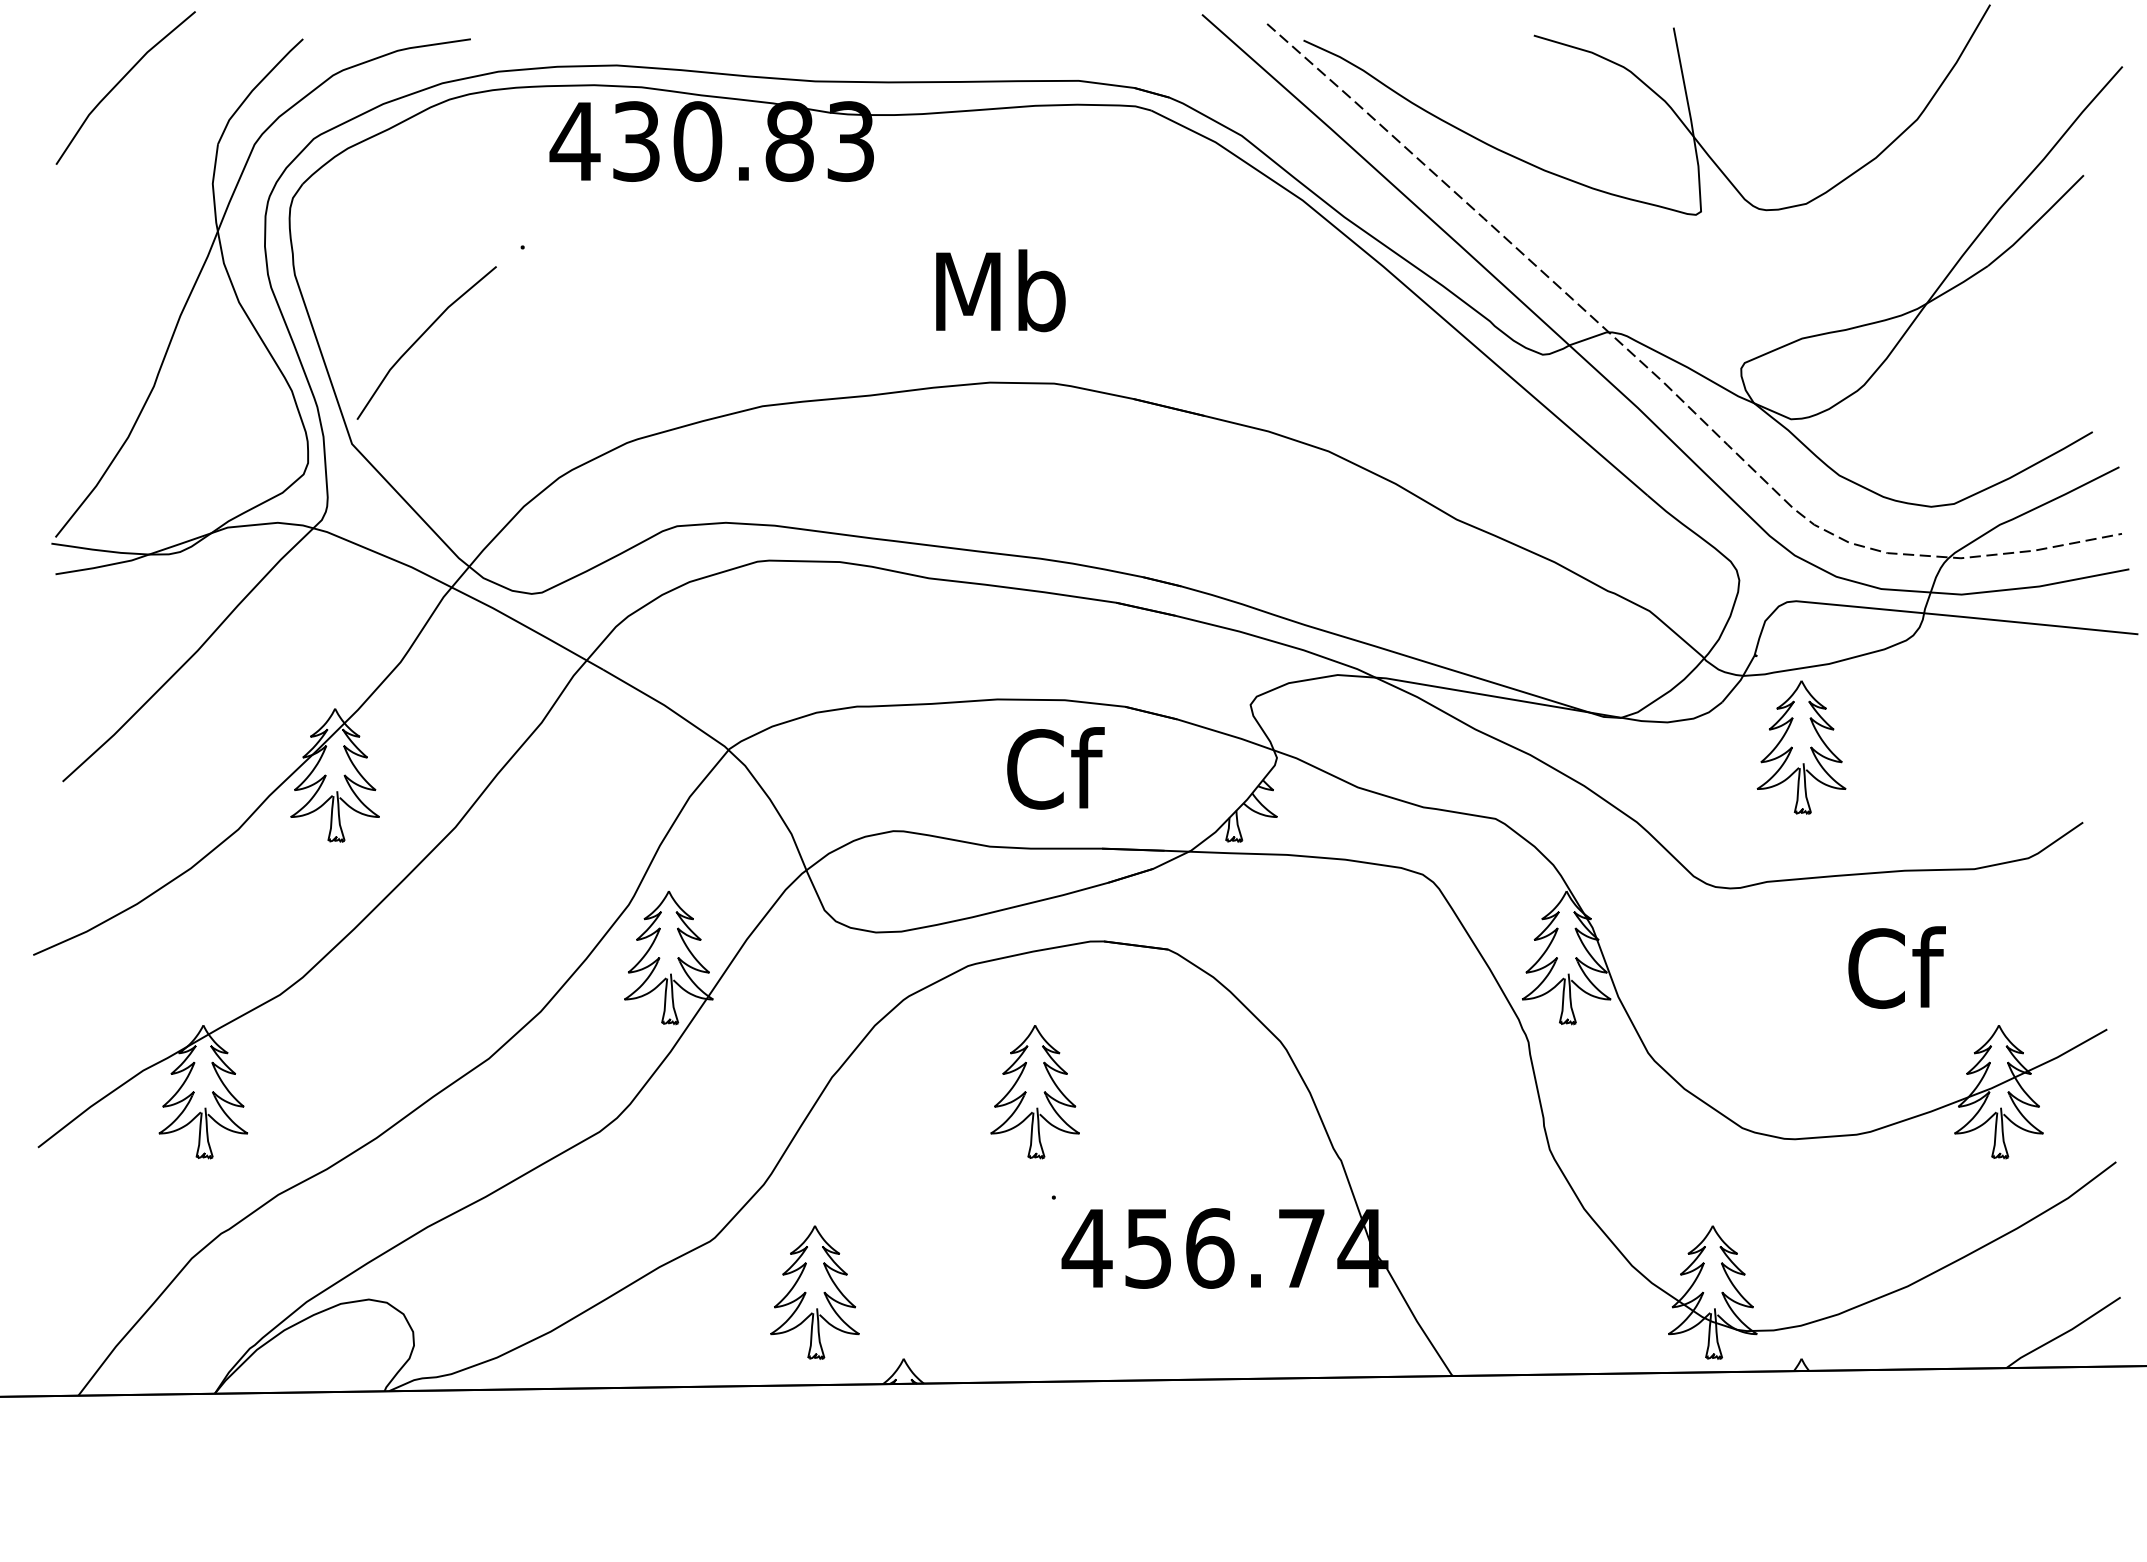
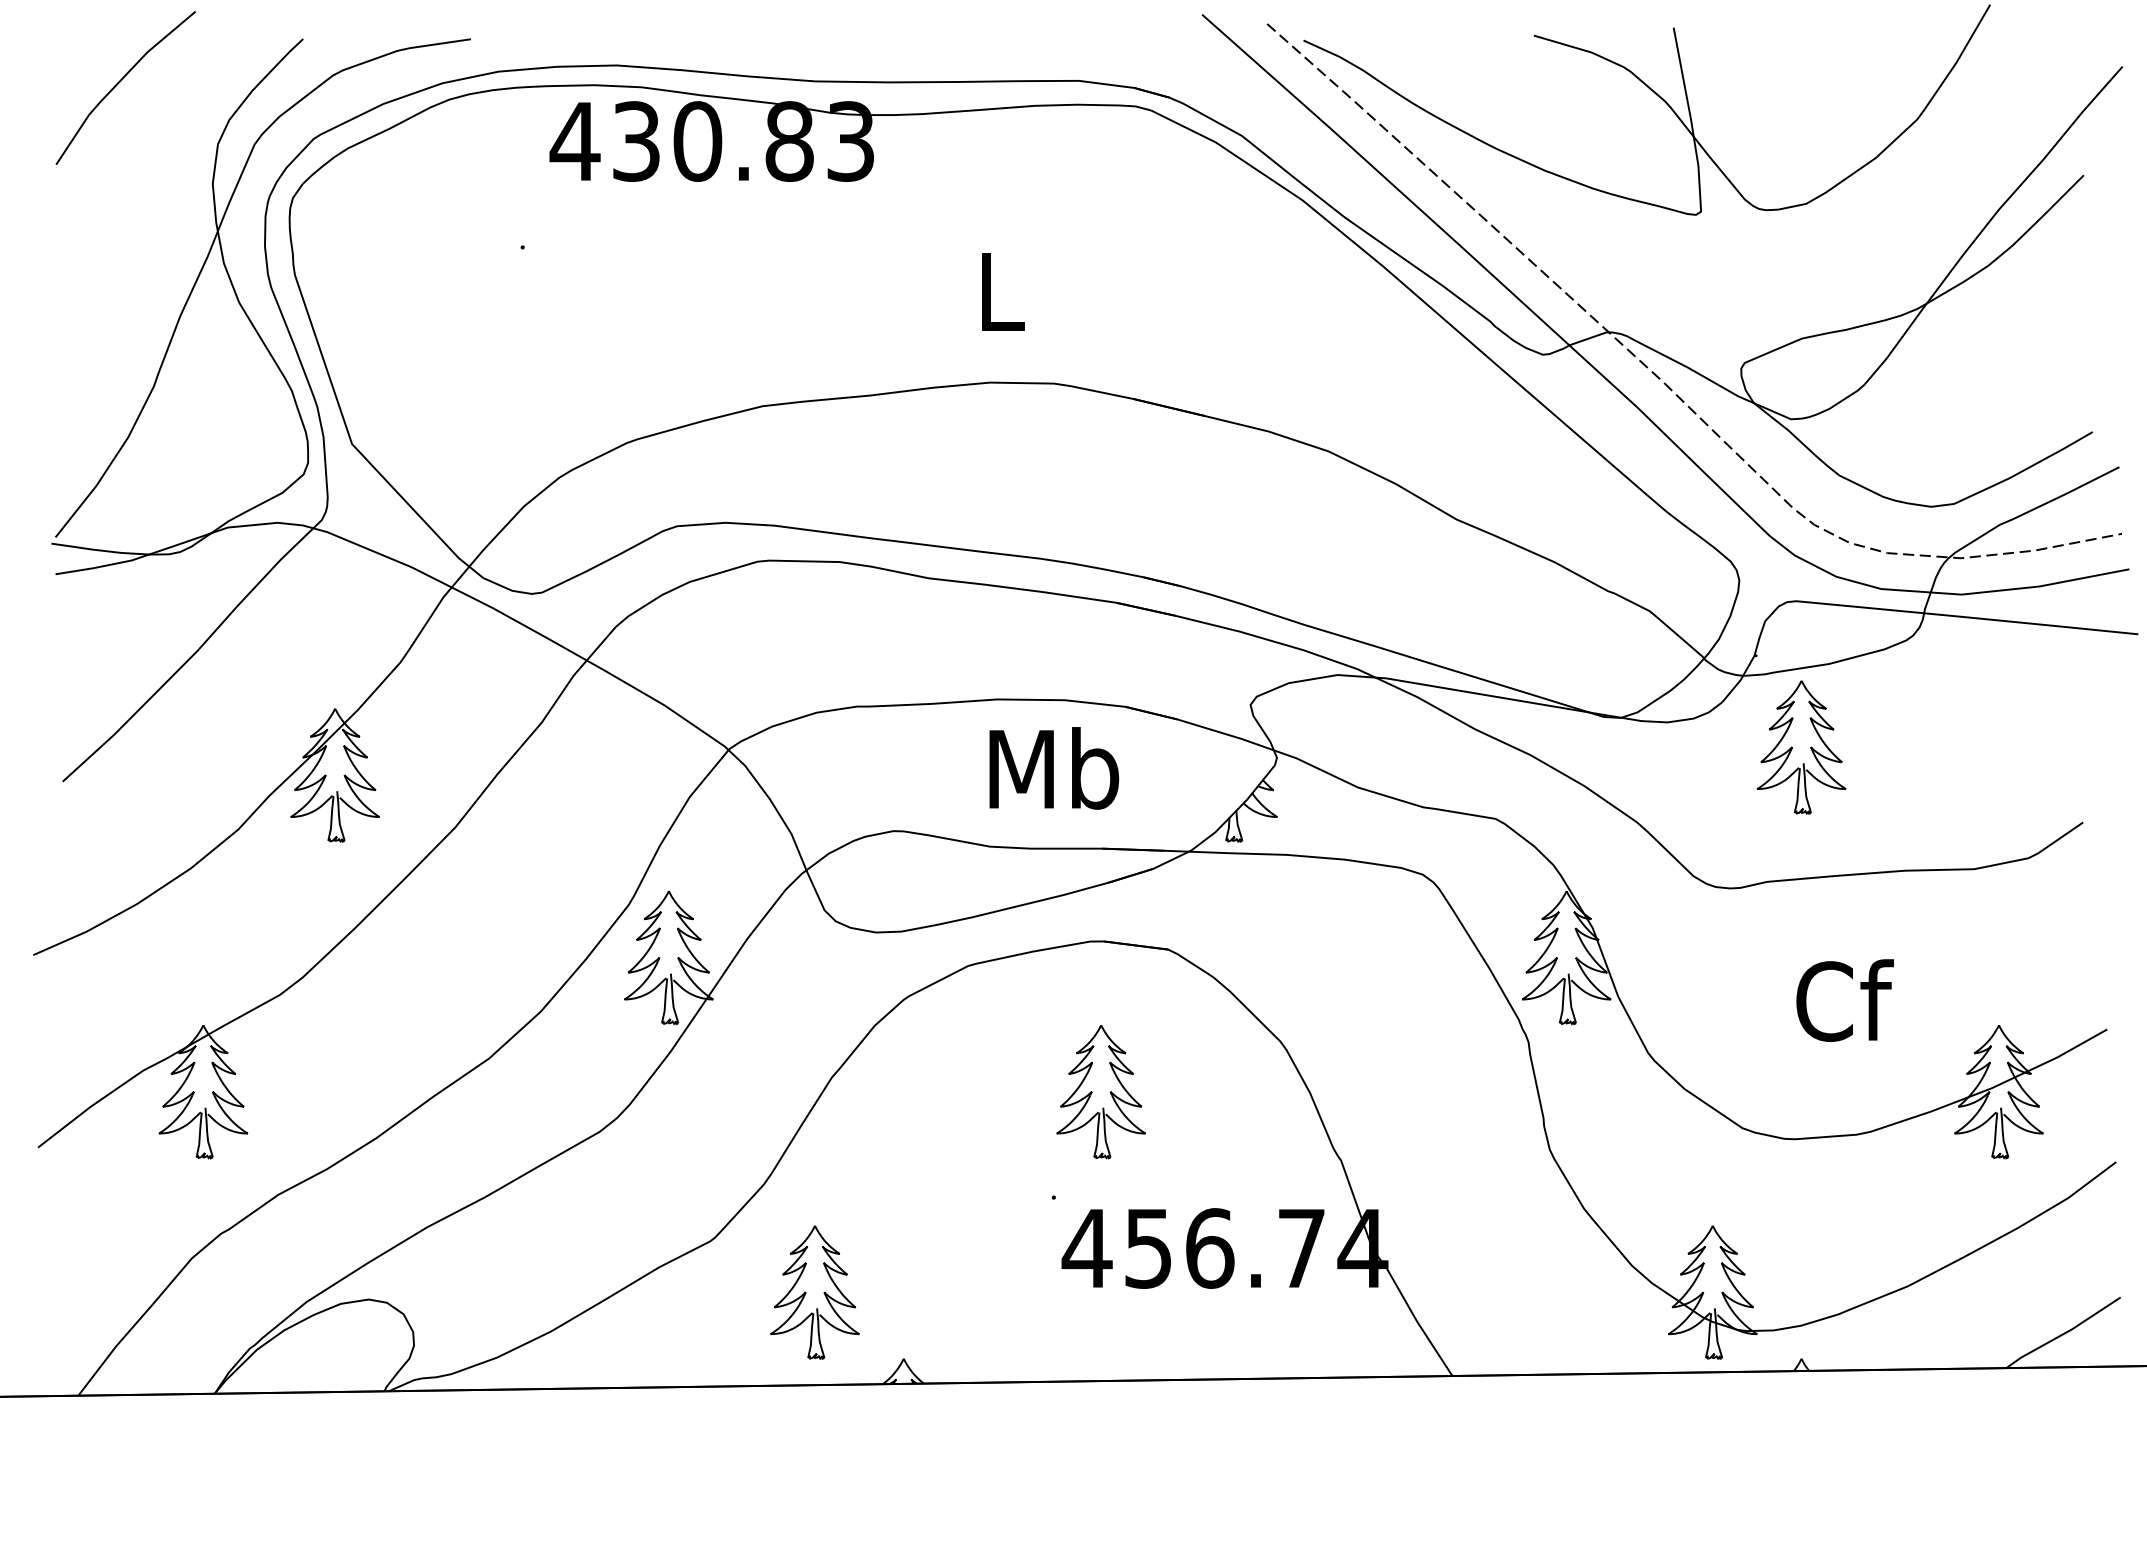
text at (1000, 290): Mb -> L
line at (421, 337): present -> none
text at (1054, 768): Cf -> Mb
text at (1896, 967) position: (1896, 967) -> (1844, 1000)
part at (1034, 1092) position: (1034, 1092) -> (1100, 1092)
